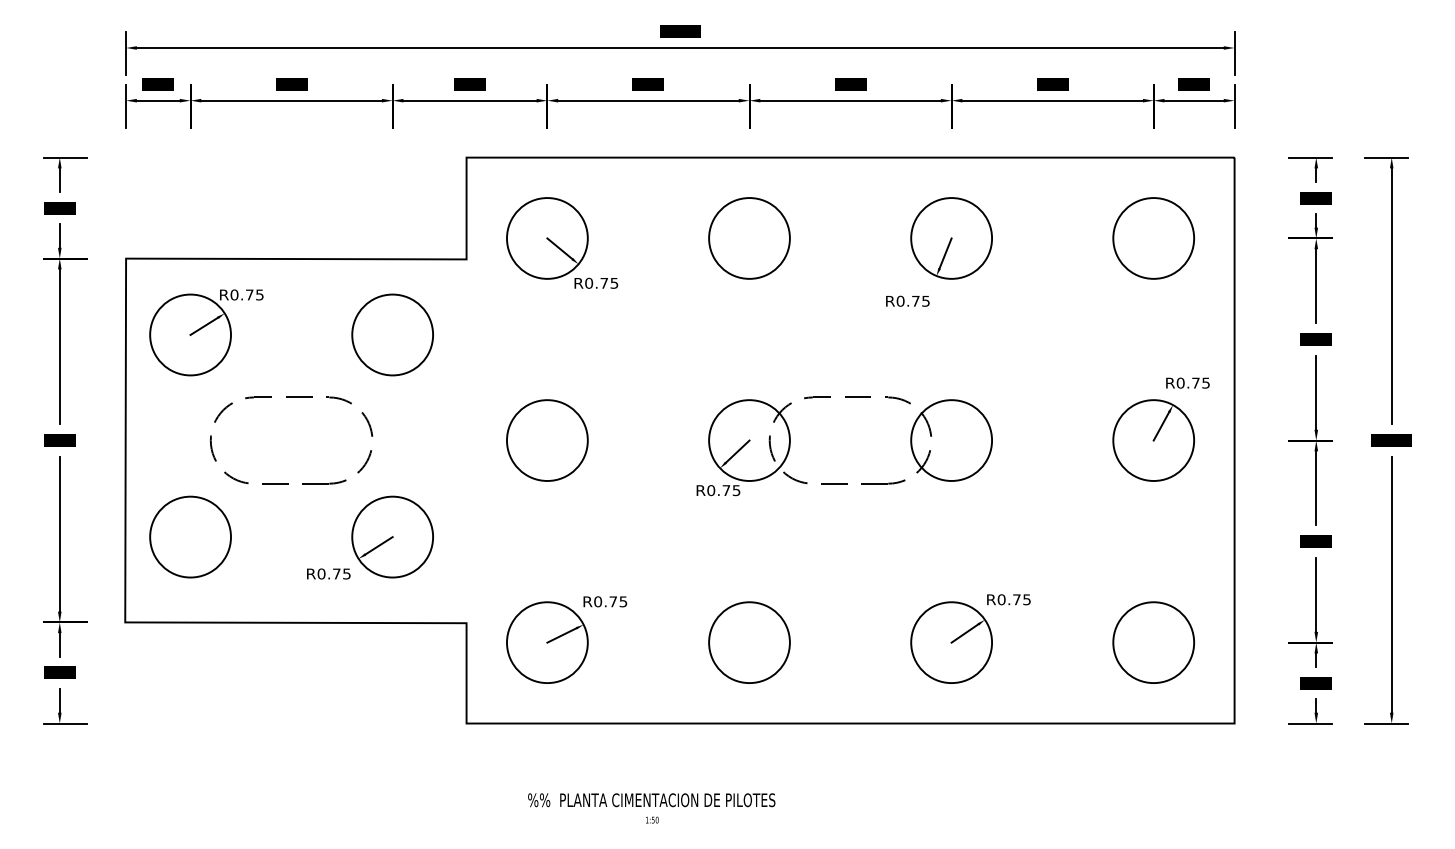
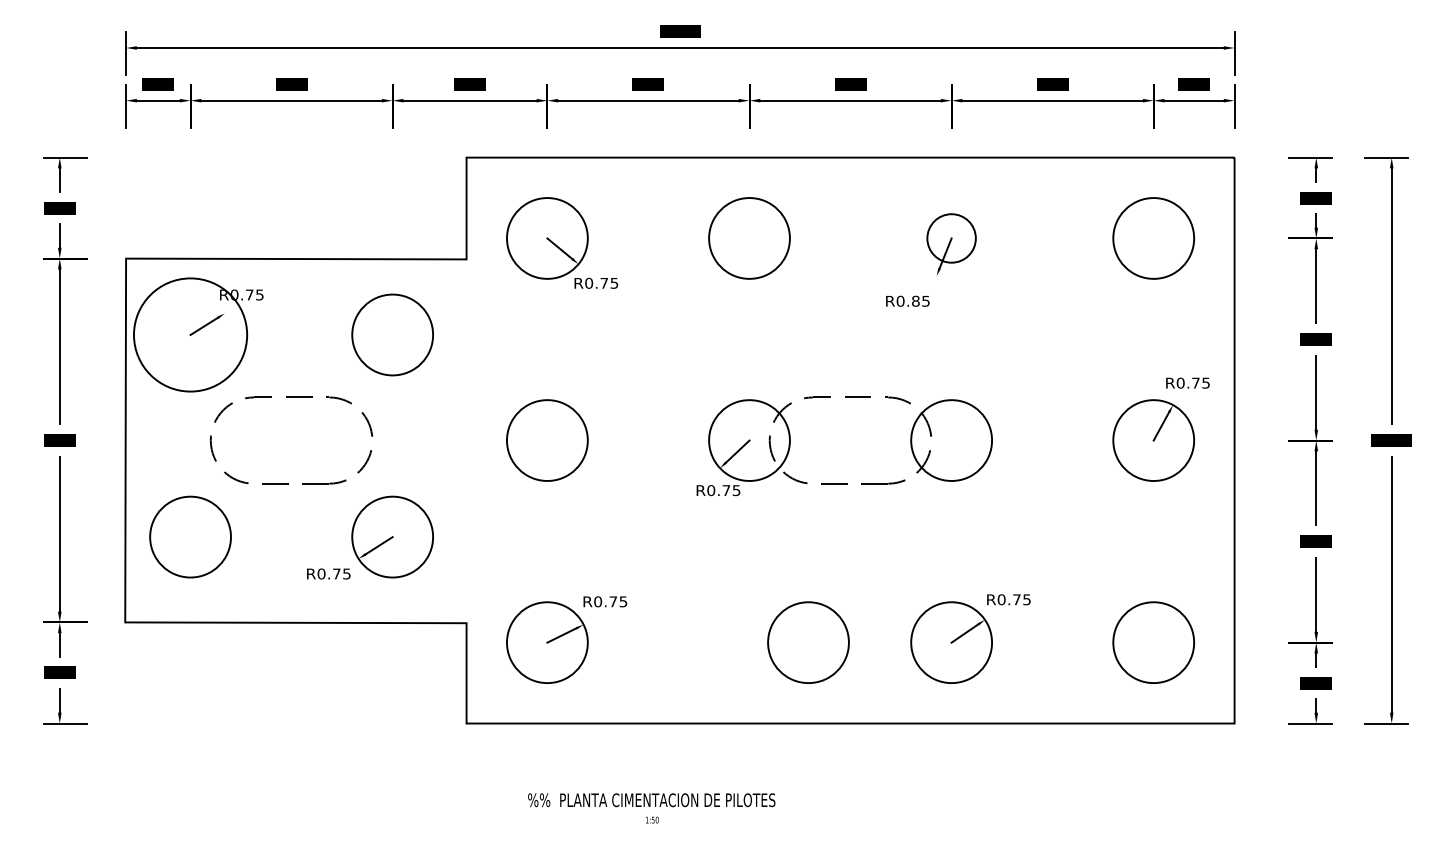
circle at (951, 238) diameter: 81 px -> 49 px
text at (915, 300): R0.75 -> R0.85
circle at (190, 334) diameter: 81 px -> 113 px
circle at (749, 642) position: (749, 642) -> (808, 642)
